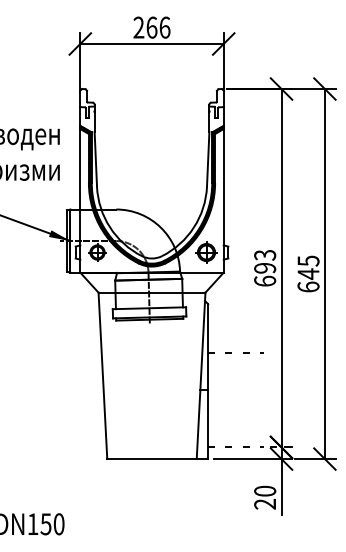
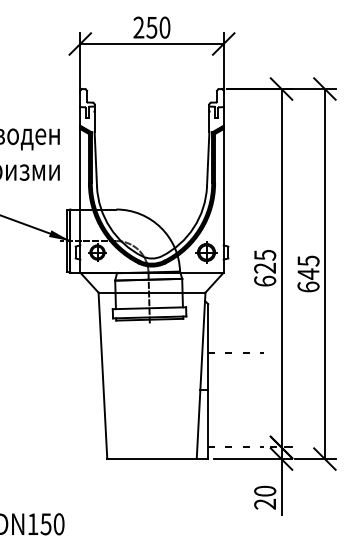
text at (158, 27): 266 -> 250
text at (265, 261): 693 -> 625
